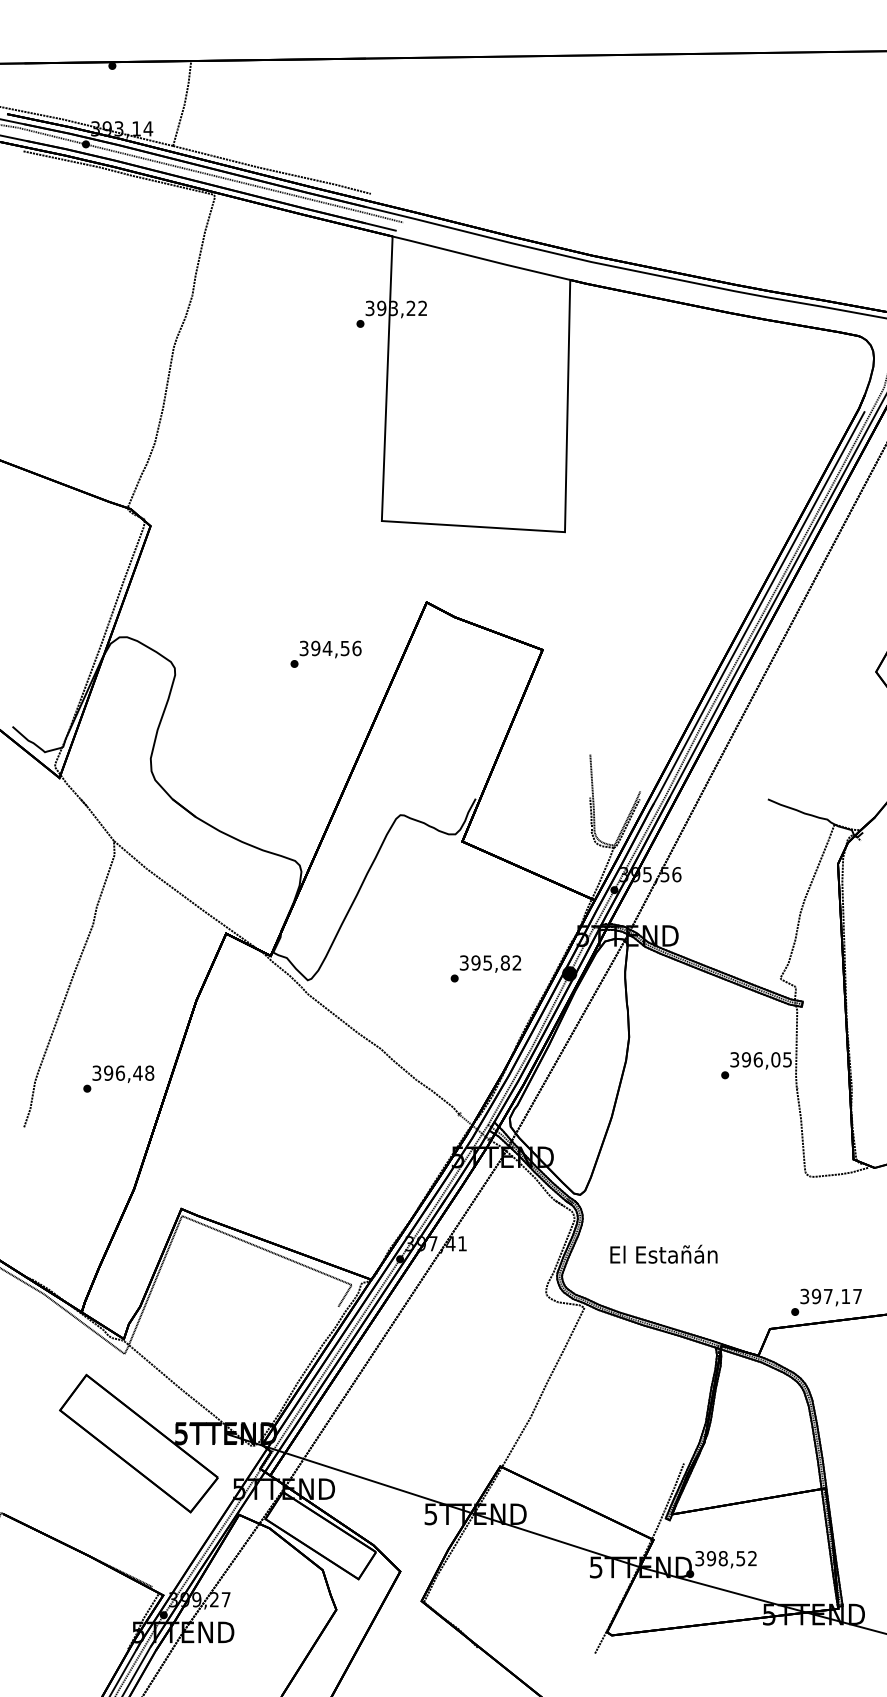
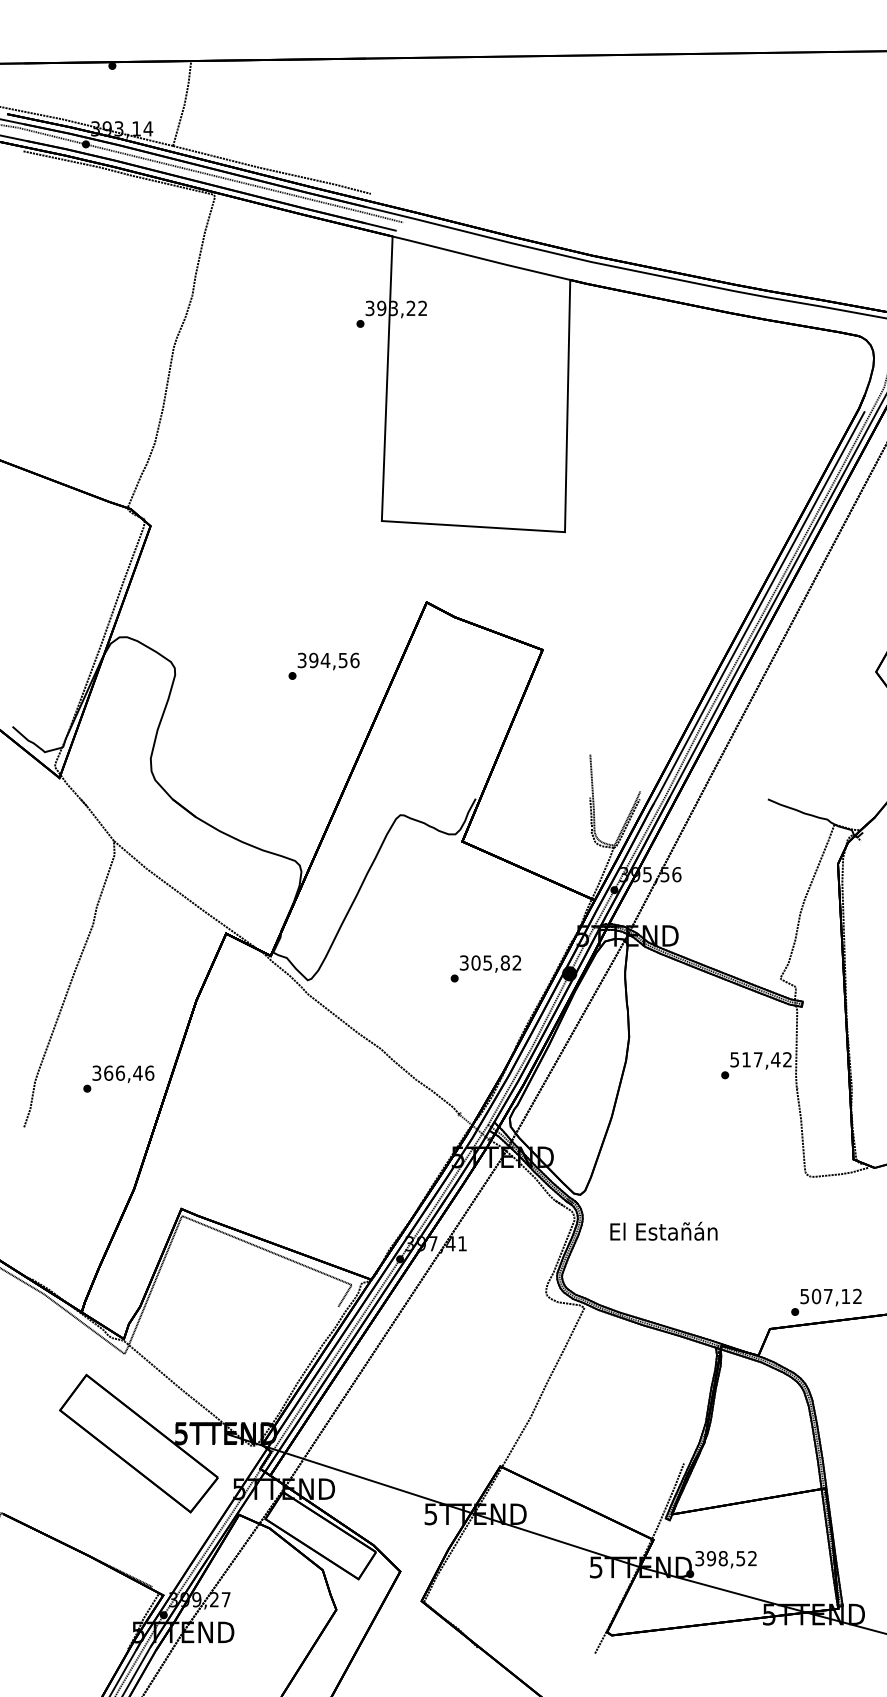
text at (325, 653) position: (325, 653) -> (323, 665)
text at (475, 962): 395,82 -> 305,82
text at (760, 1059): 396,05 -> 517,42
text at (129, 1072): 396,48 -> 366,46
text at (663, 1253) position: (663, 1253) -> (663, 1230)
text at (830, 1296): 397,17 -> 507,12
